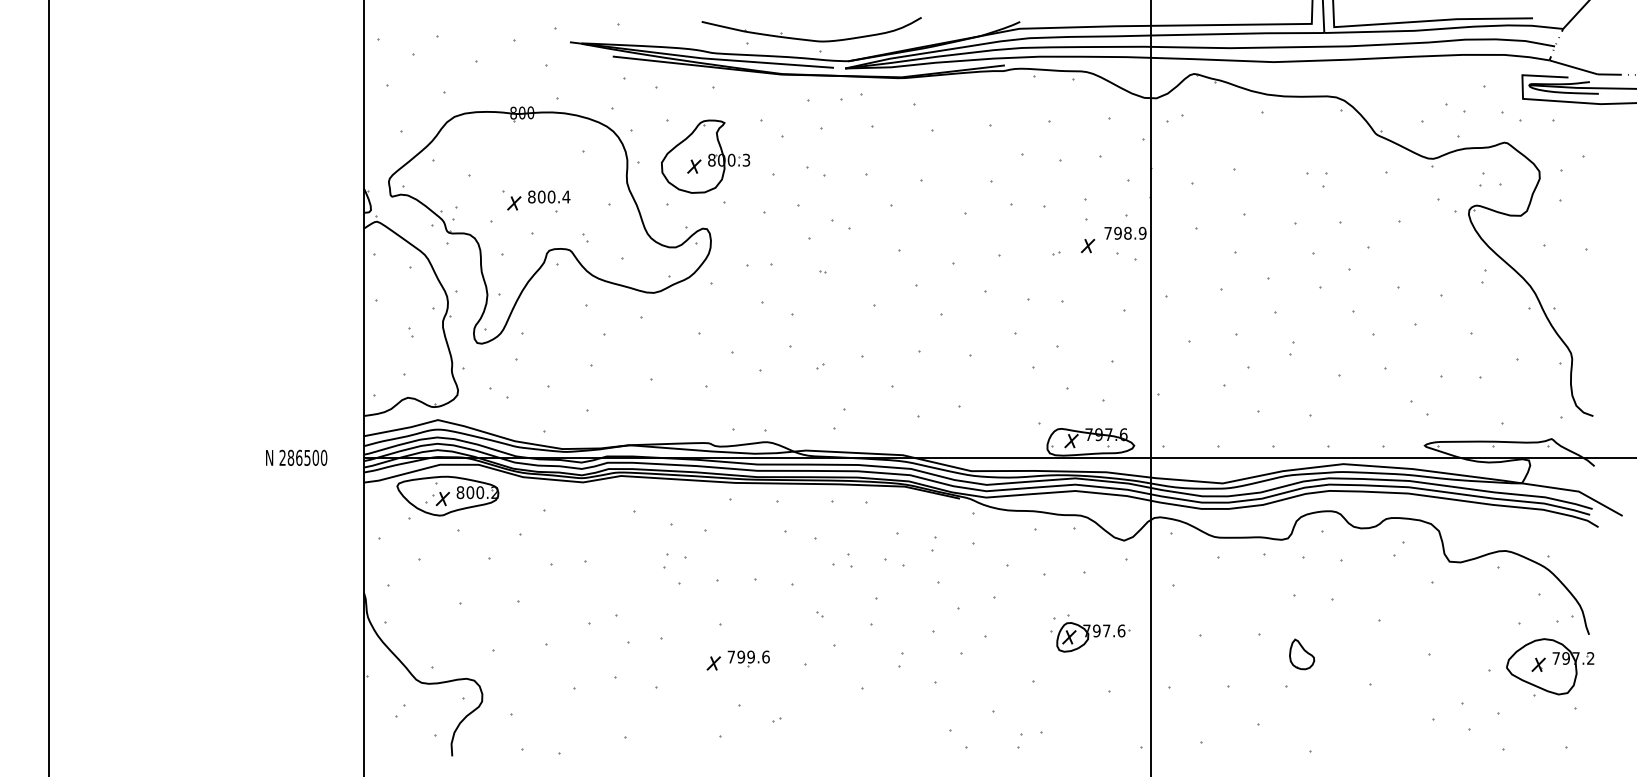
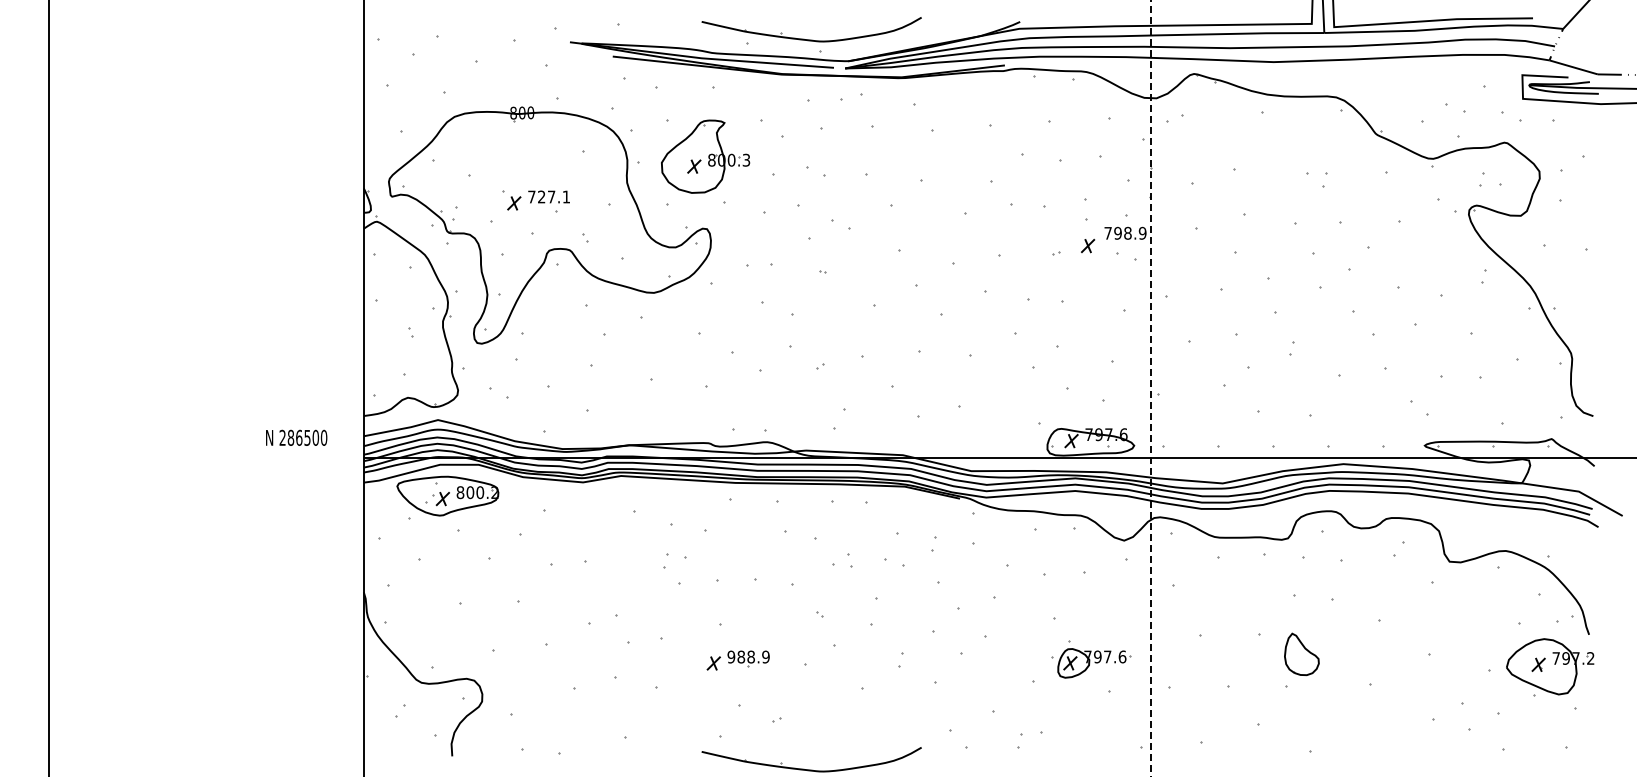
text at (549, 196): 800.4 -> 727.1
line at (1150, 387): solid -> dashed
text at (296, 457) position: (296, 457) -> (296, 437)
part at (1090, 633) position: (1090, 633) -> (1091, 659)
part at (1302, 654) size: 27x33 px -> 36x45 px
text at (748, 656): 799.6 -> 988.9
part at (811, 769): none -> present
